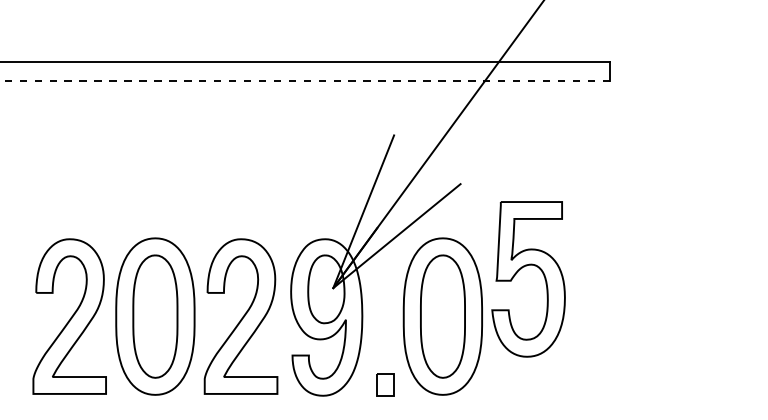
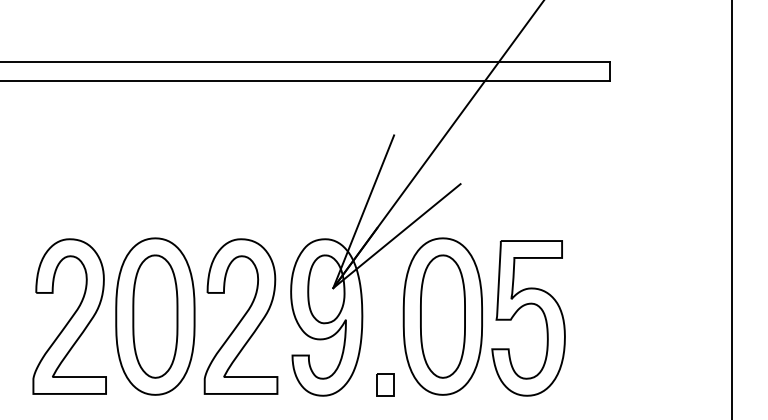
line at (305, 81): dashed -> solid
line at (732, 209): none -> present
part at (521, 269) position: (521, 269) -> (521, 308)
